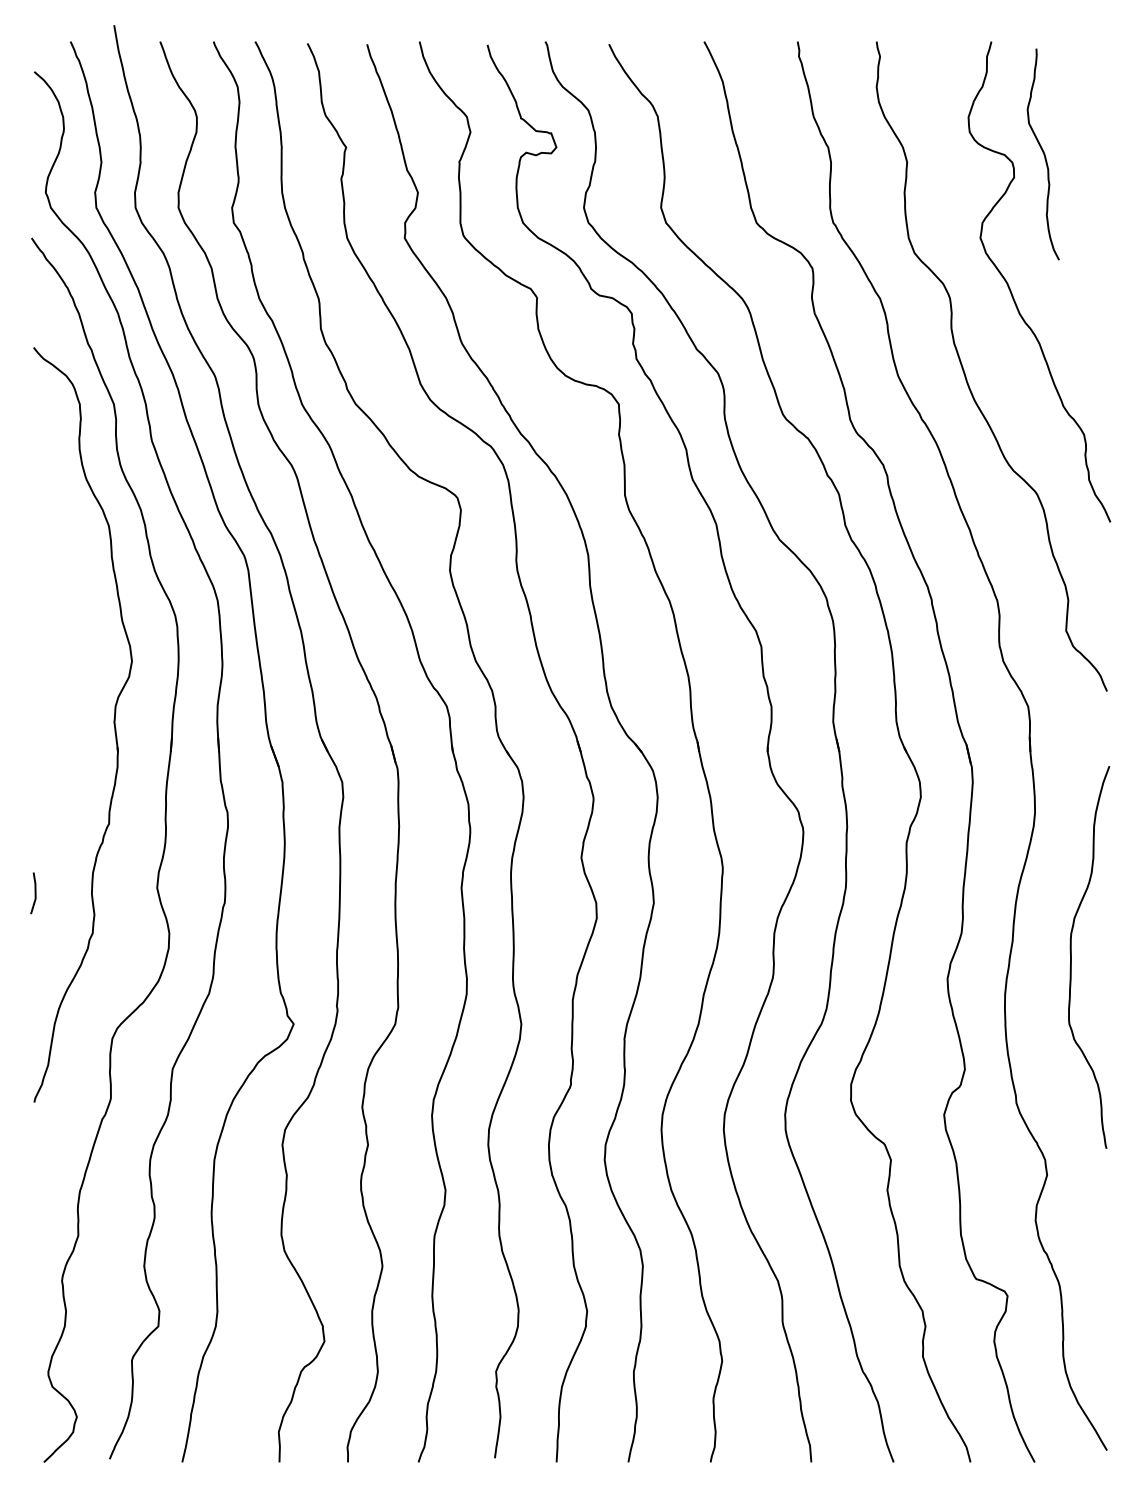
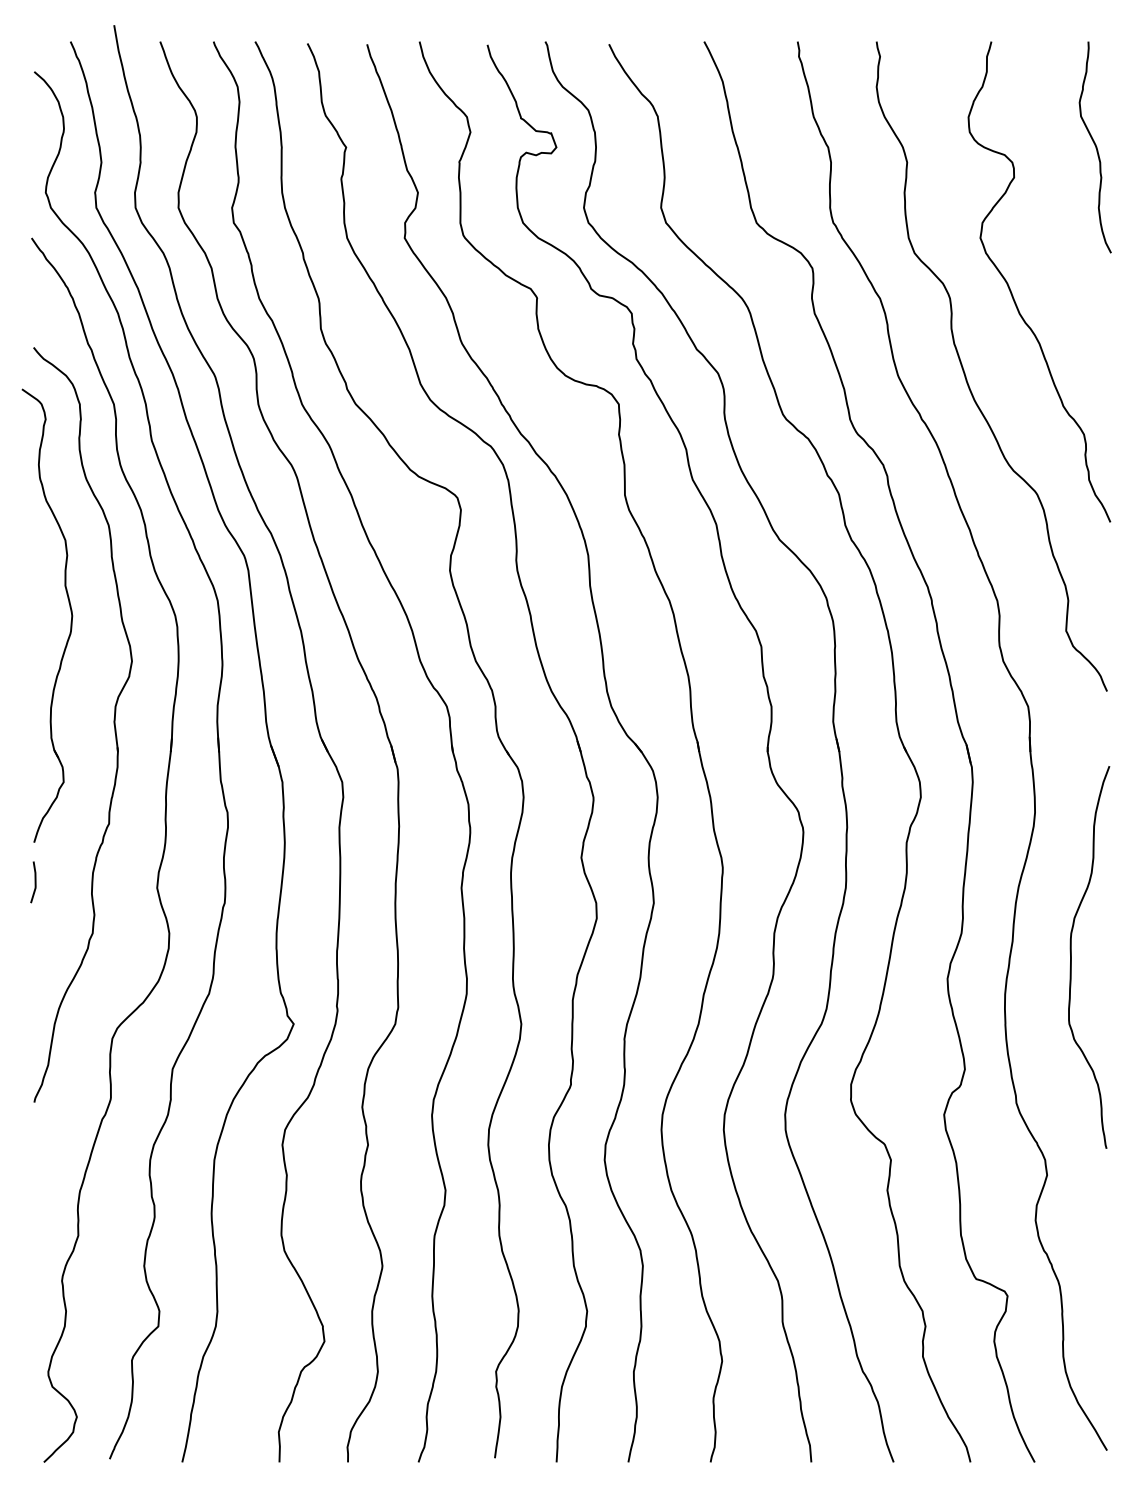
curve at (1043, 154) position: (1043, 154) -> (1095, 147)
part at (70, 612): none -> present
line at (34, 893) position: (34, 893) -> (34, 882)
